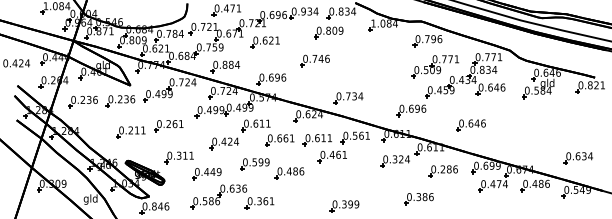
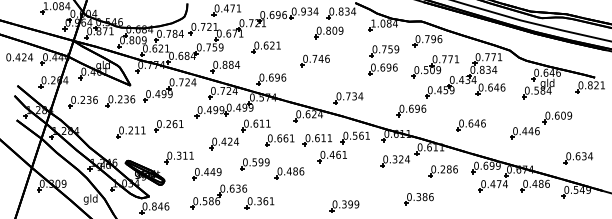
part at (264, 42) position: (264, 42) -> (265, 47)
part at (383, 60): none -> present
text at (16, 63) position: (16, 63) -> (19, 57)
part at (541, 125): none -> present
